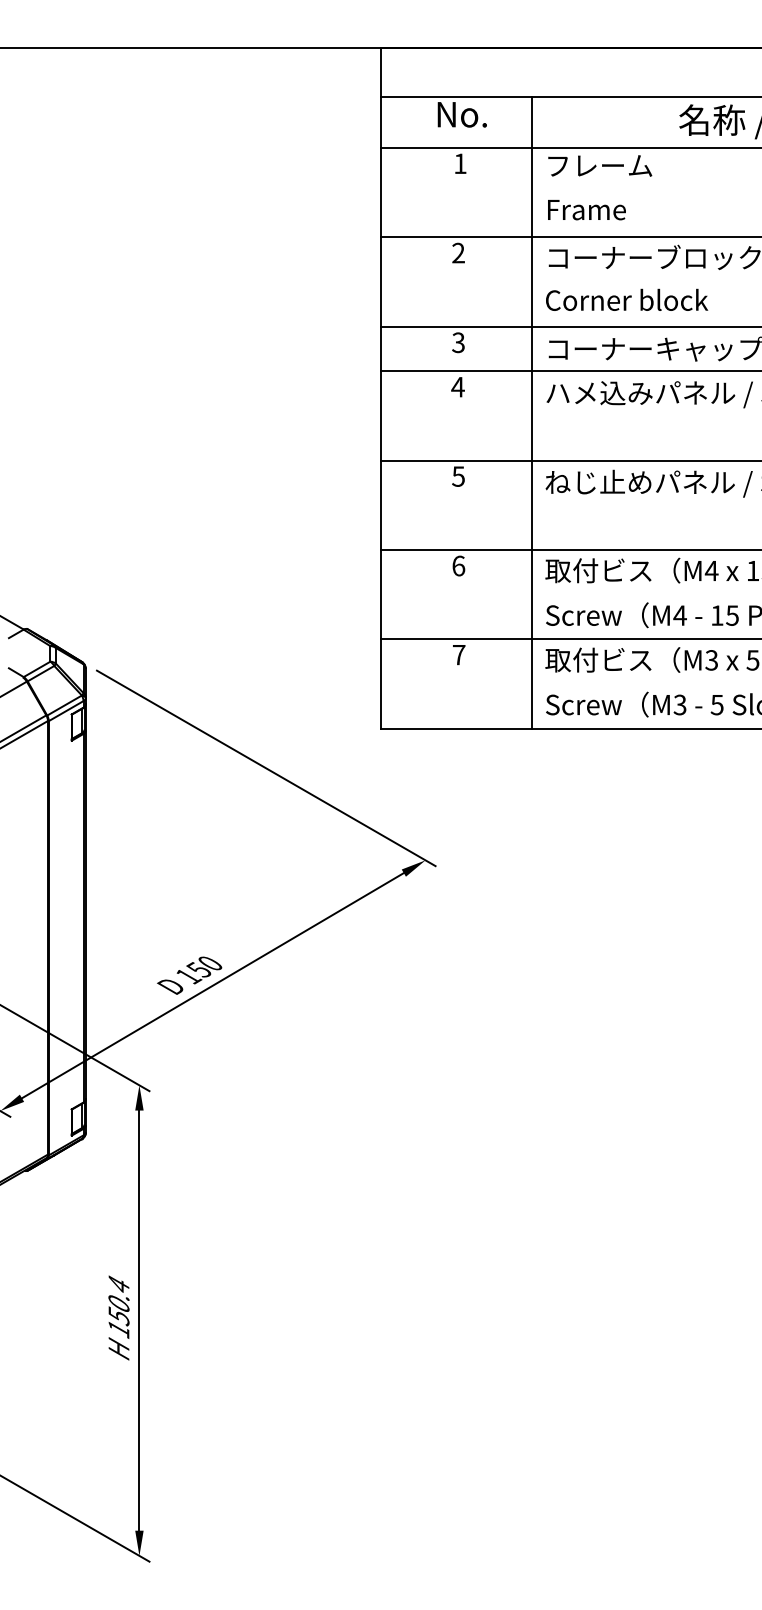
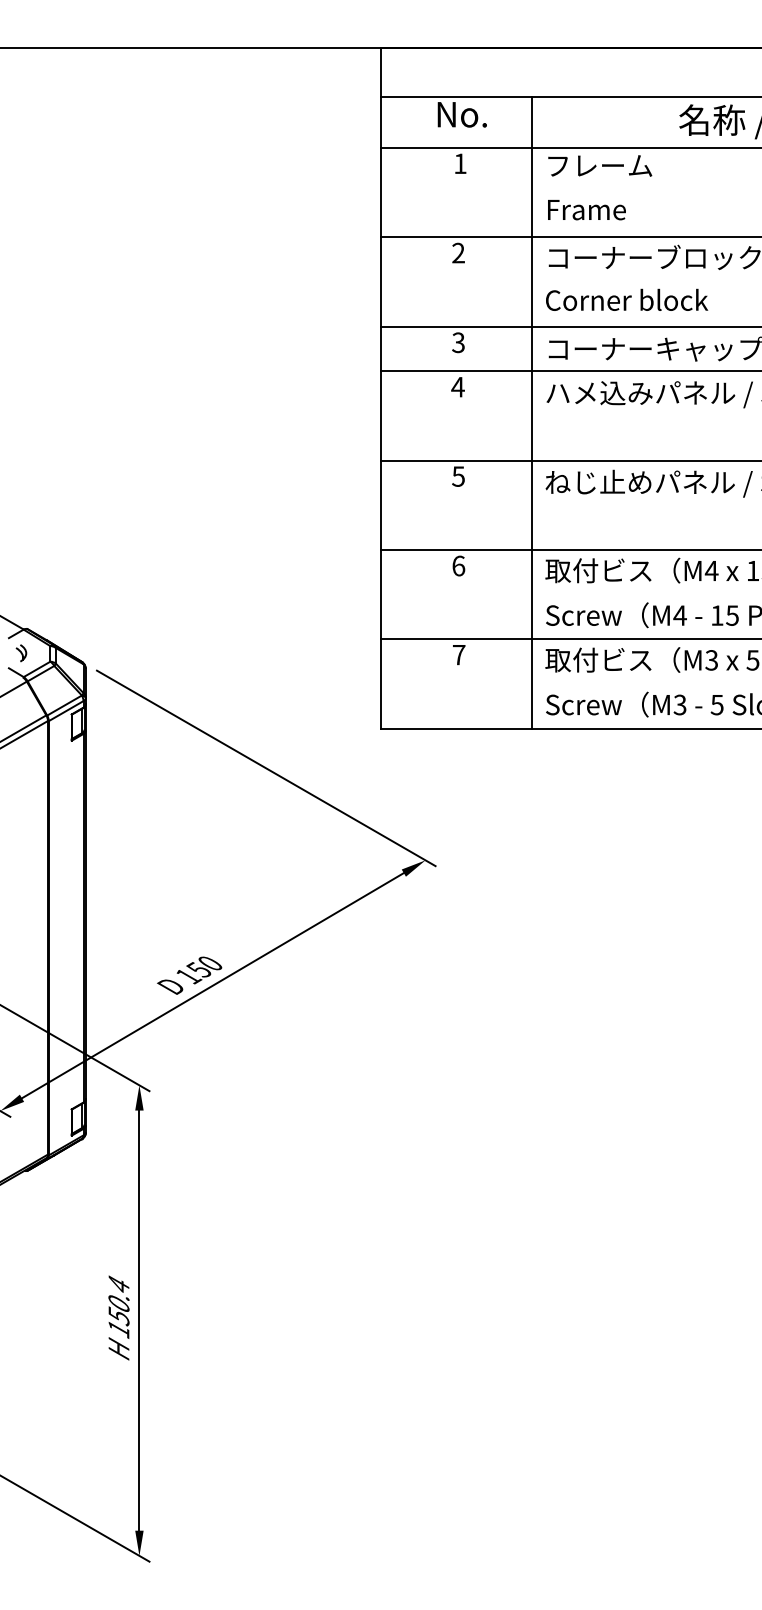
part at (21, 653): none -> present
